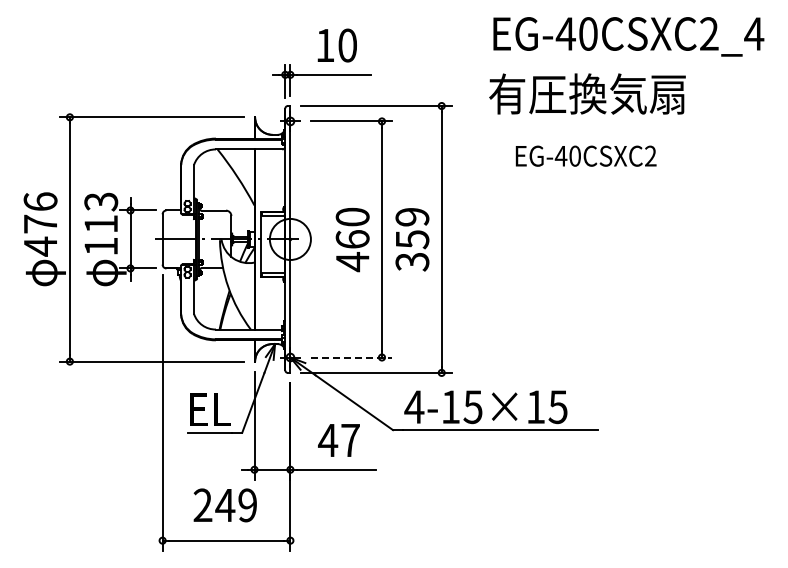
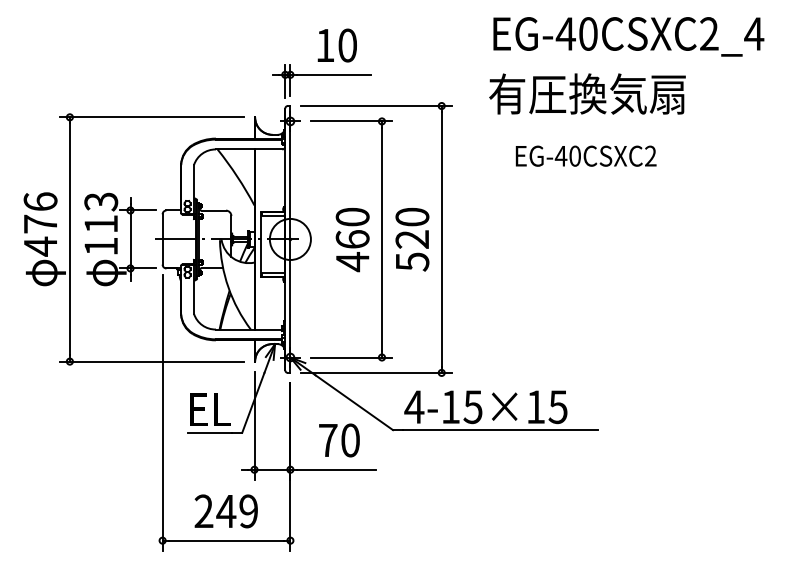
text at (412, 239): 359 -> 520
line at (351, 357): dashed -> solid
text at (338, 440): 47 -> 70
text at (224, 505) position: (224, 505) -> (225, 511)
